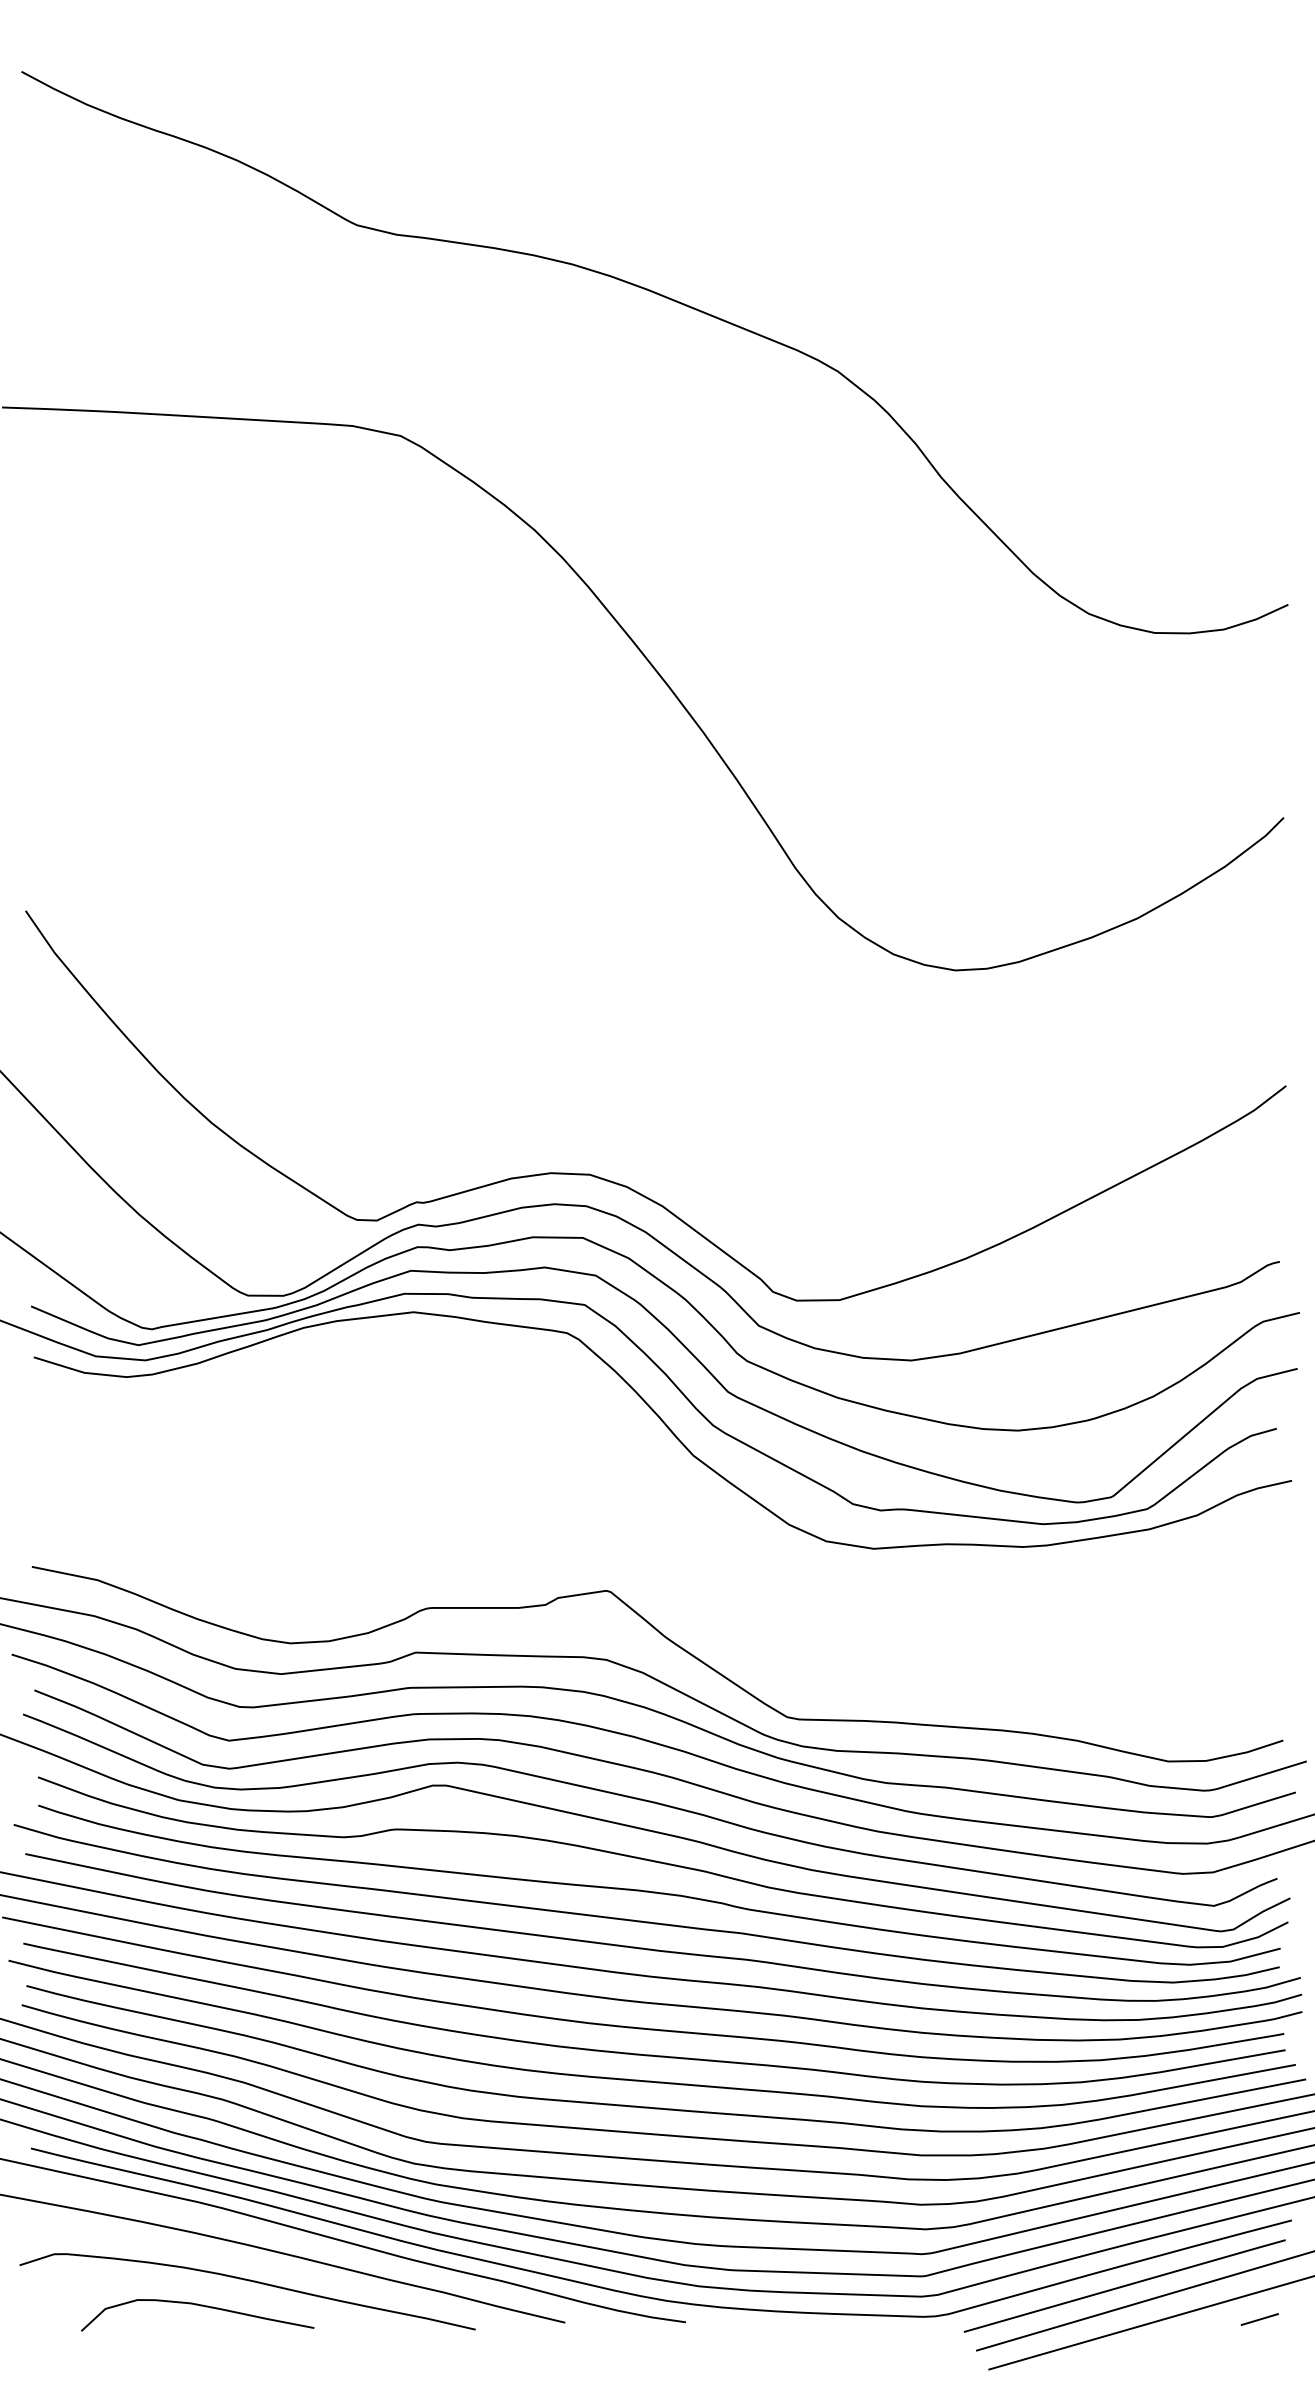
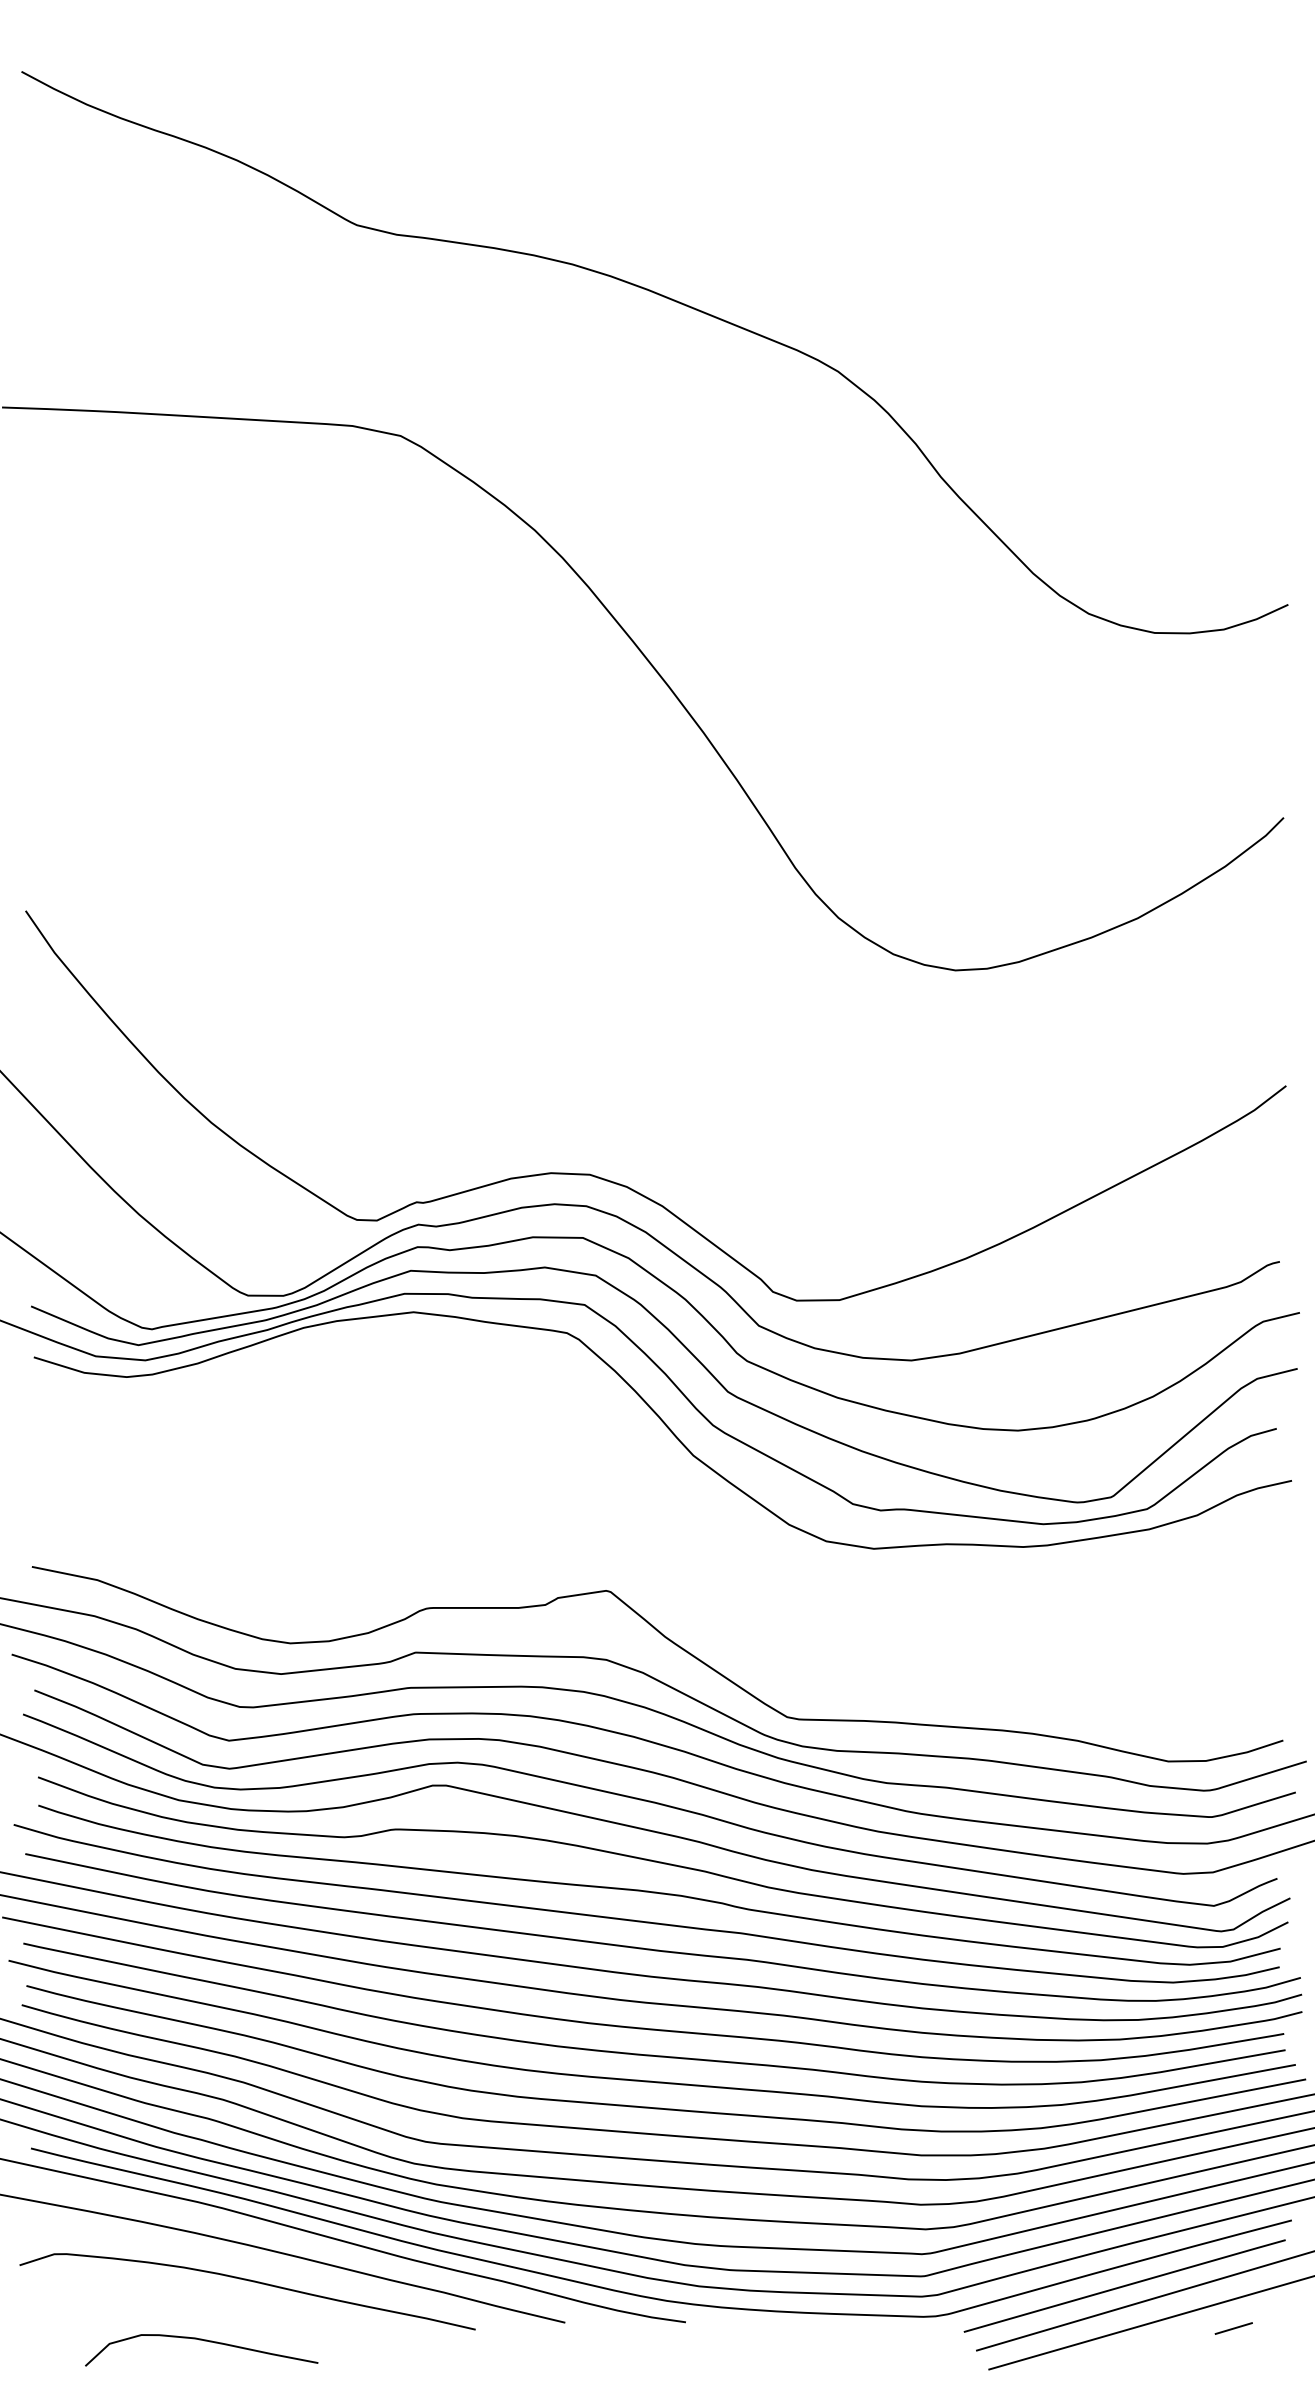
curve at (200, 2306) position: (200, 2306) -> (204, 2341)
line at (1259, 2319) position: (1259, 2319) -> (1233, 2328)
